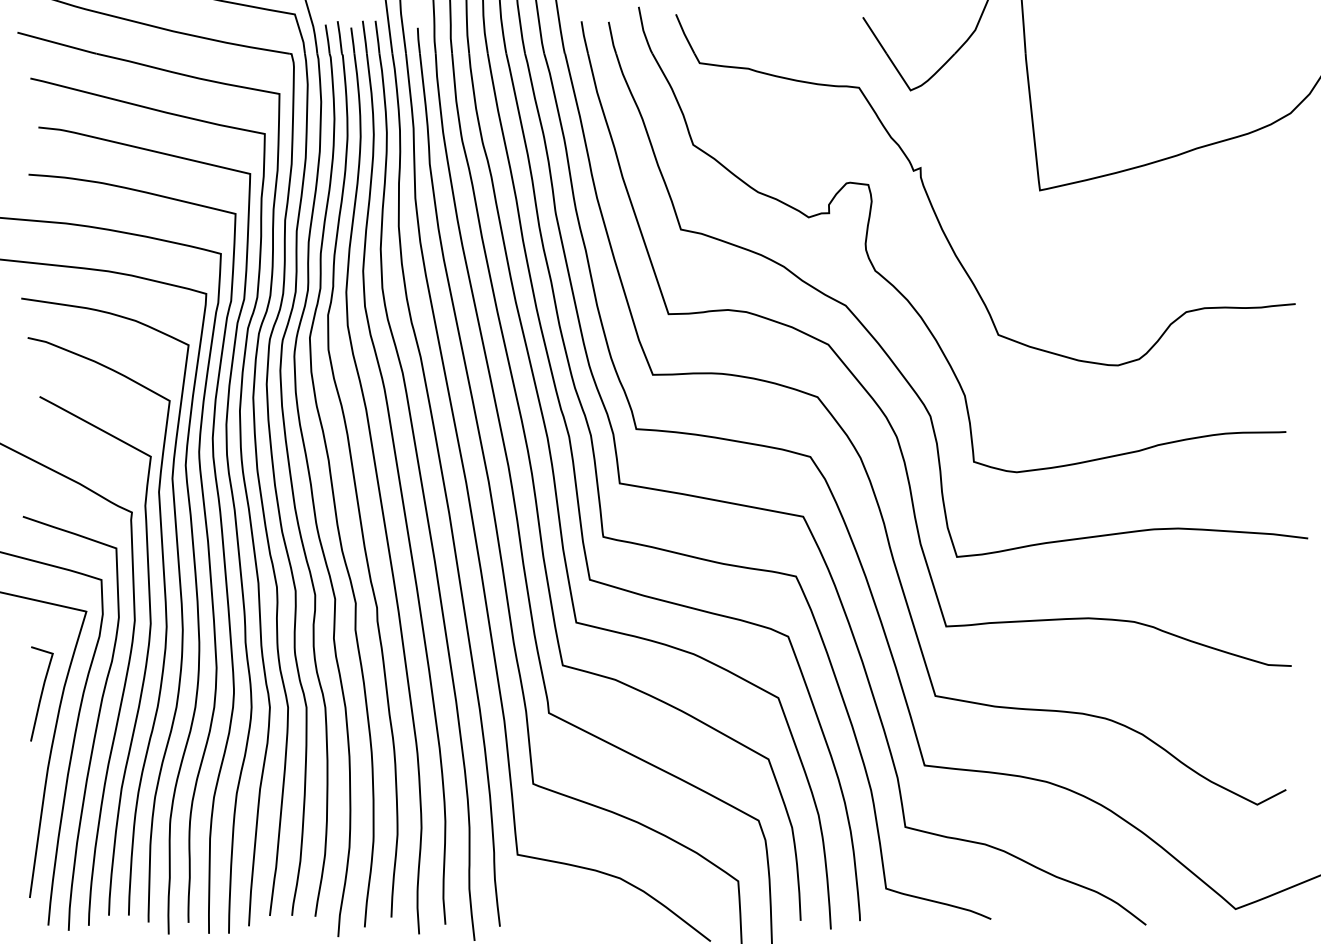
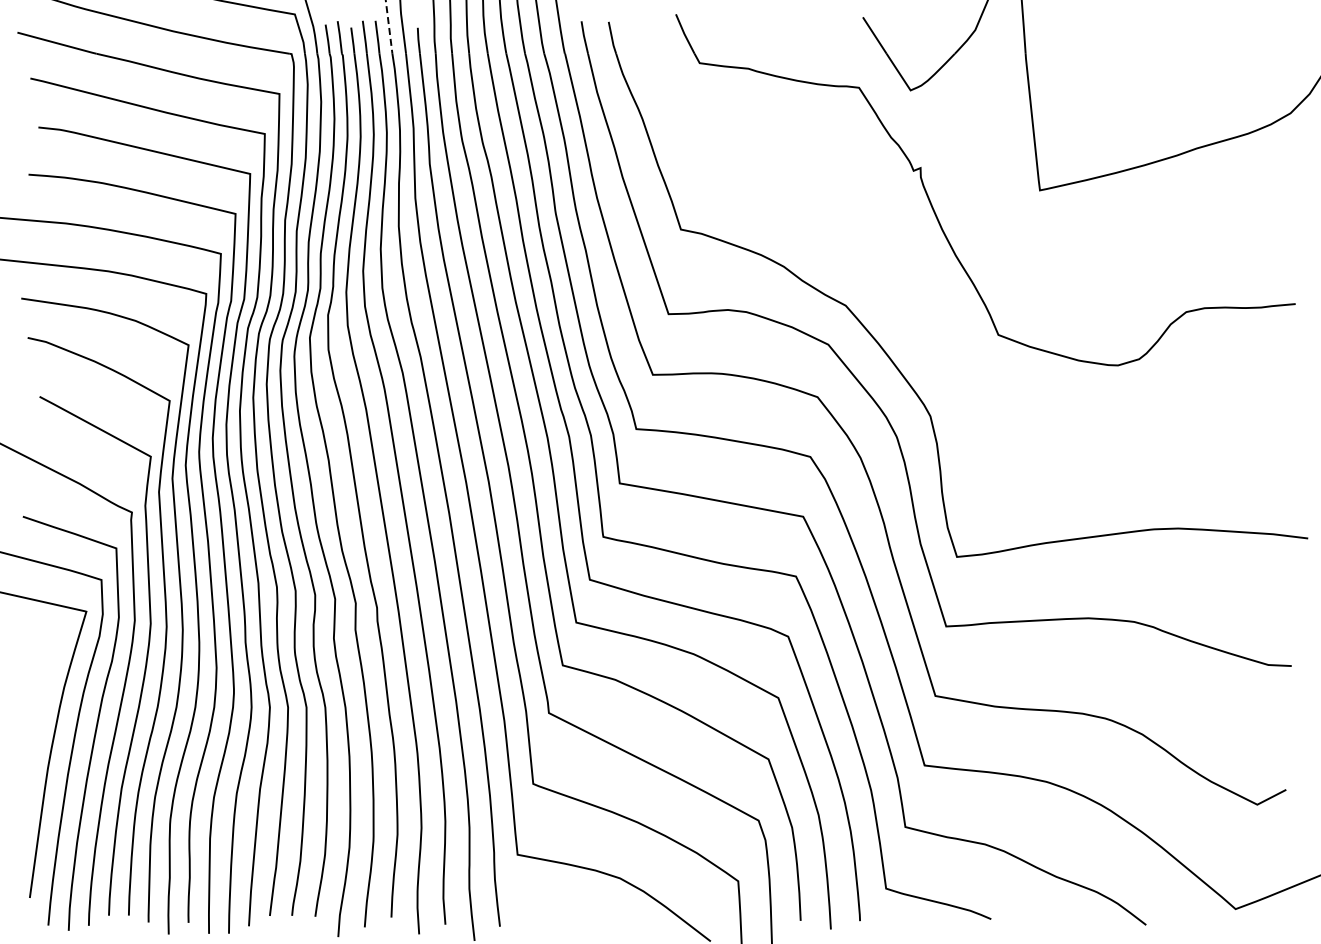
line at (389, 27): solid -> dashed
part at (905, 296): present -> none
curve at (41, 693): present -> none
